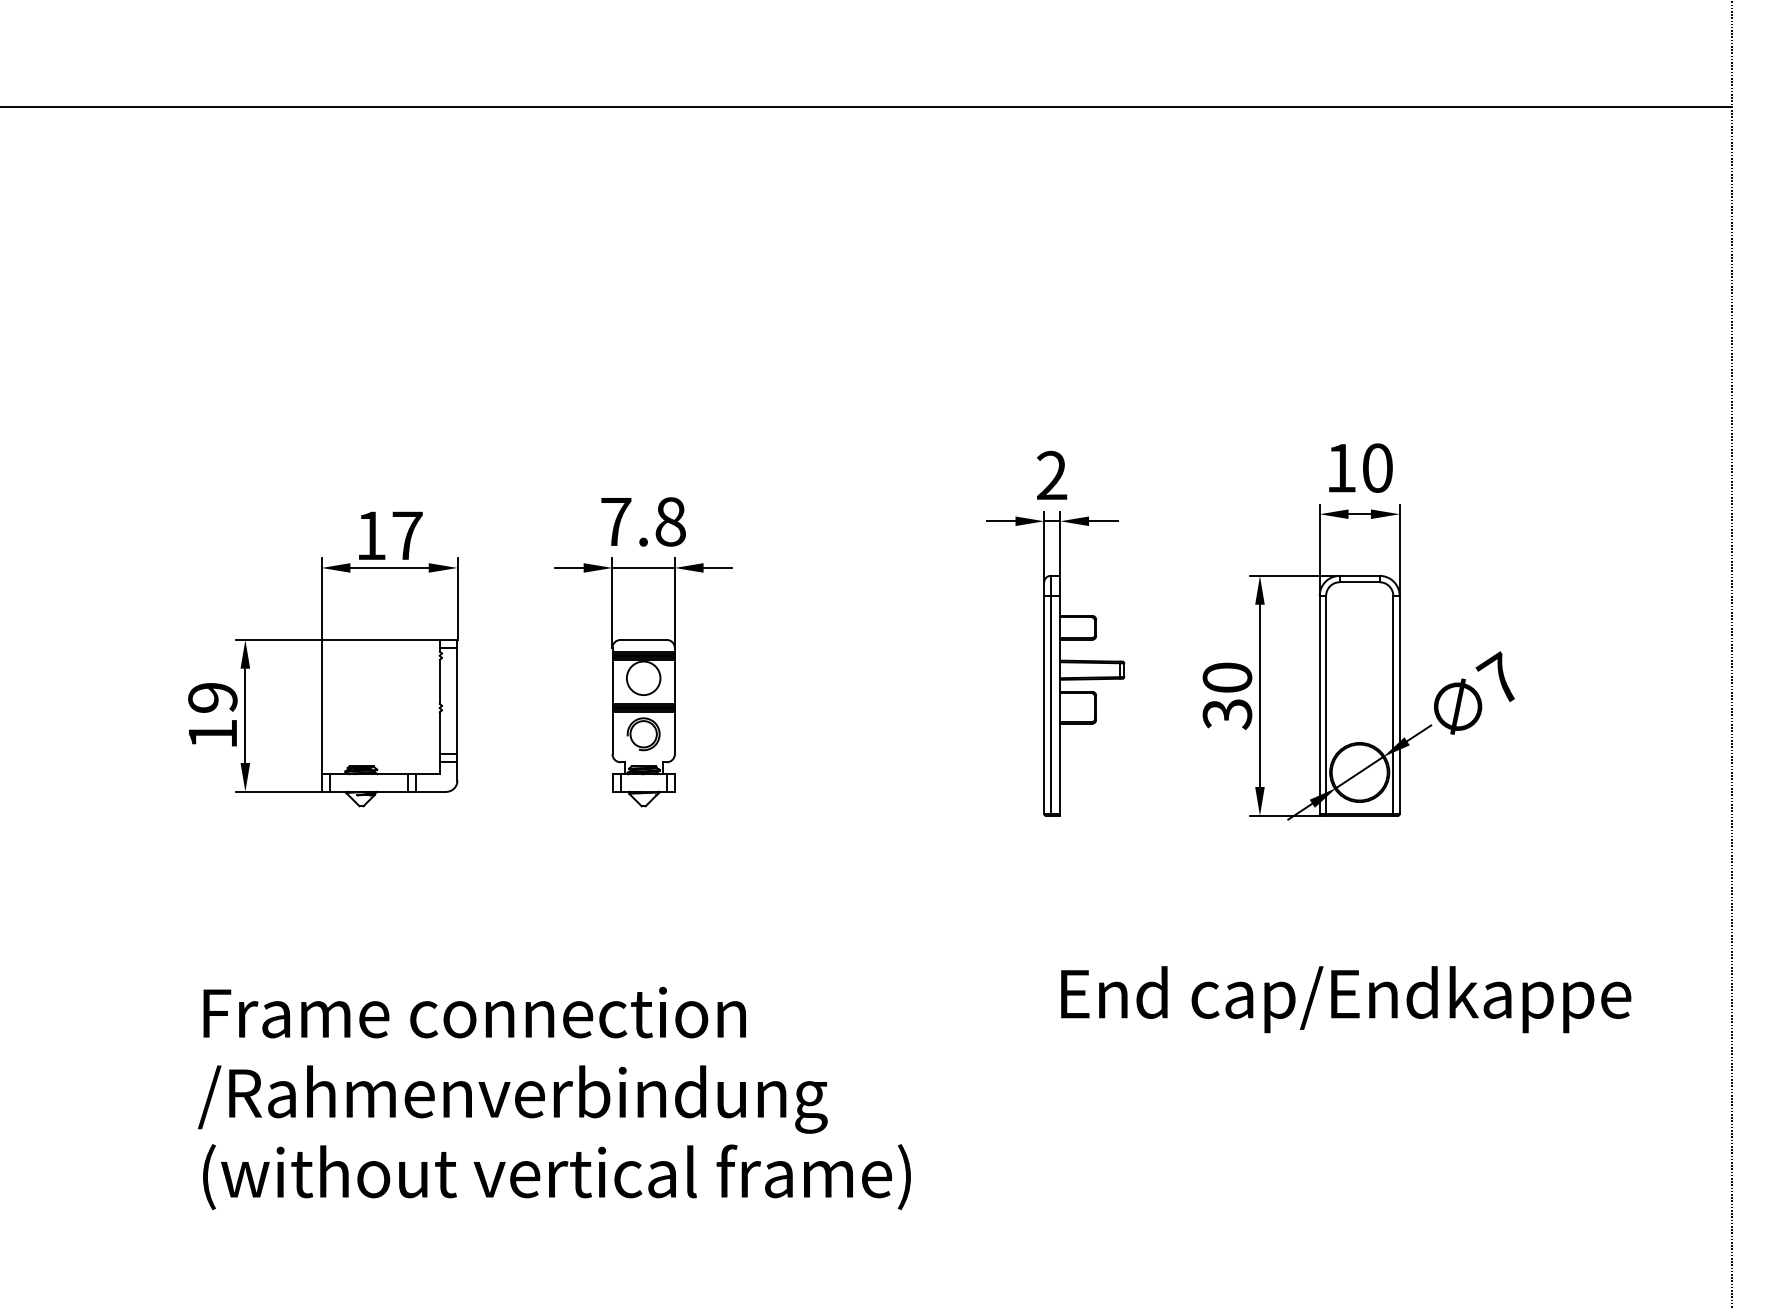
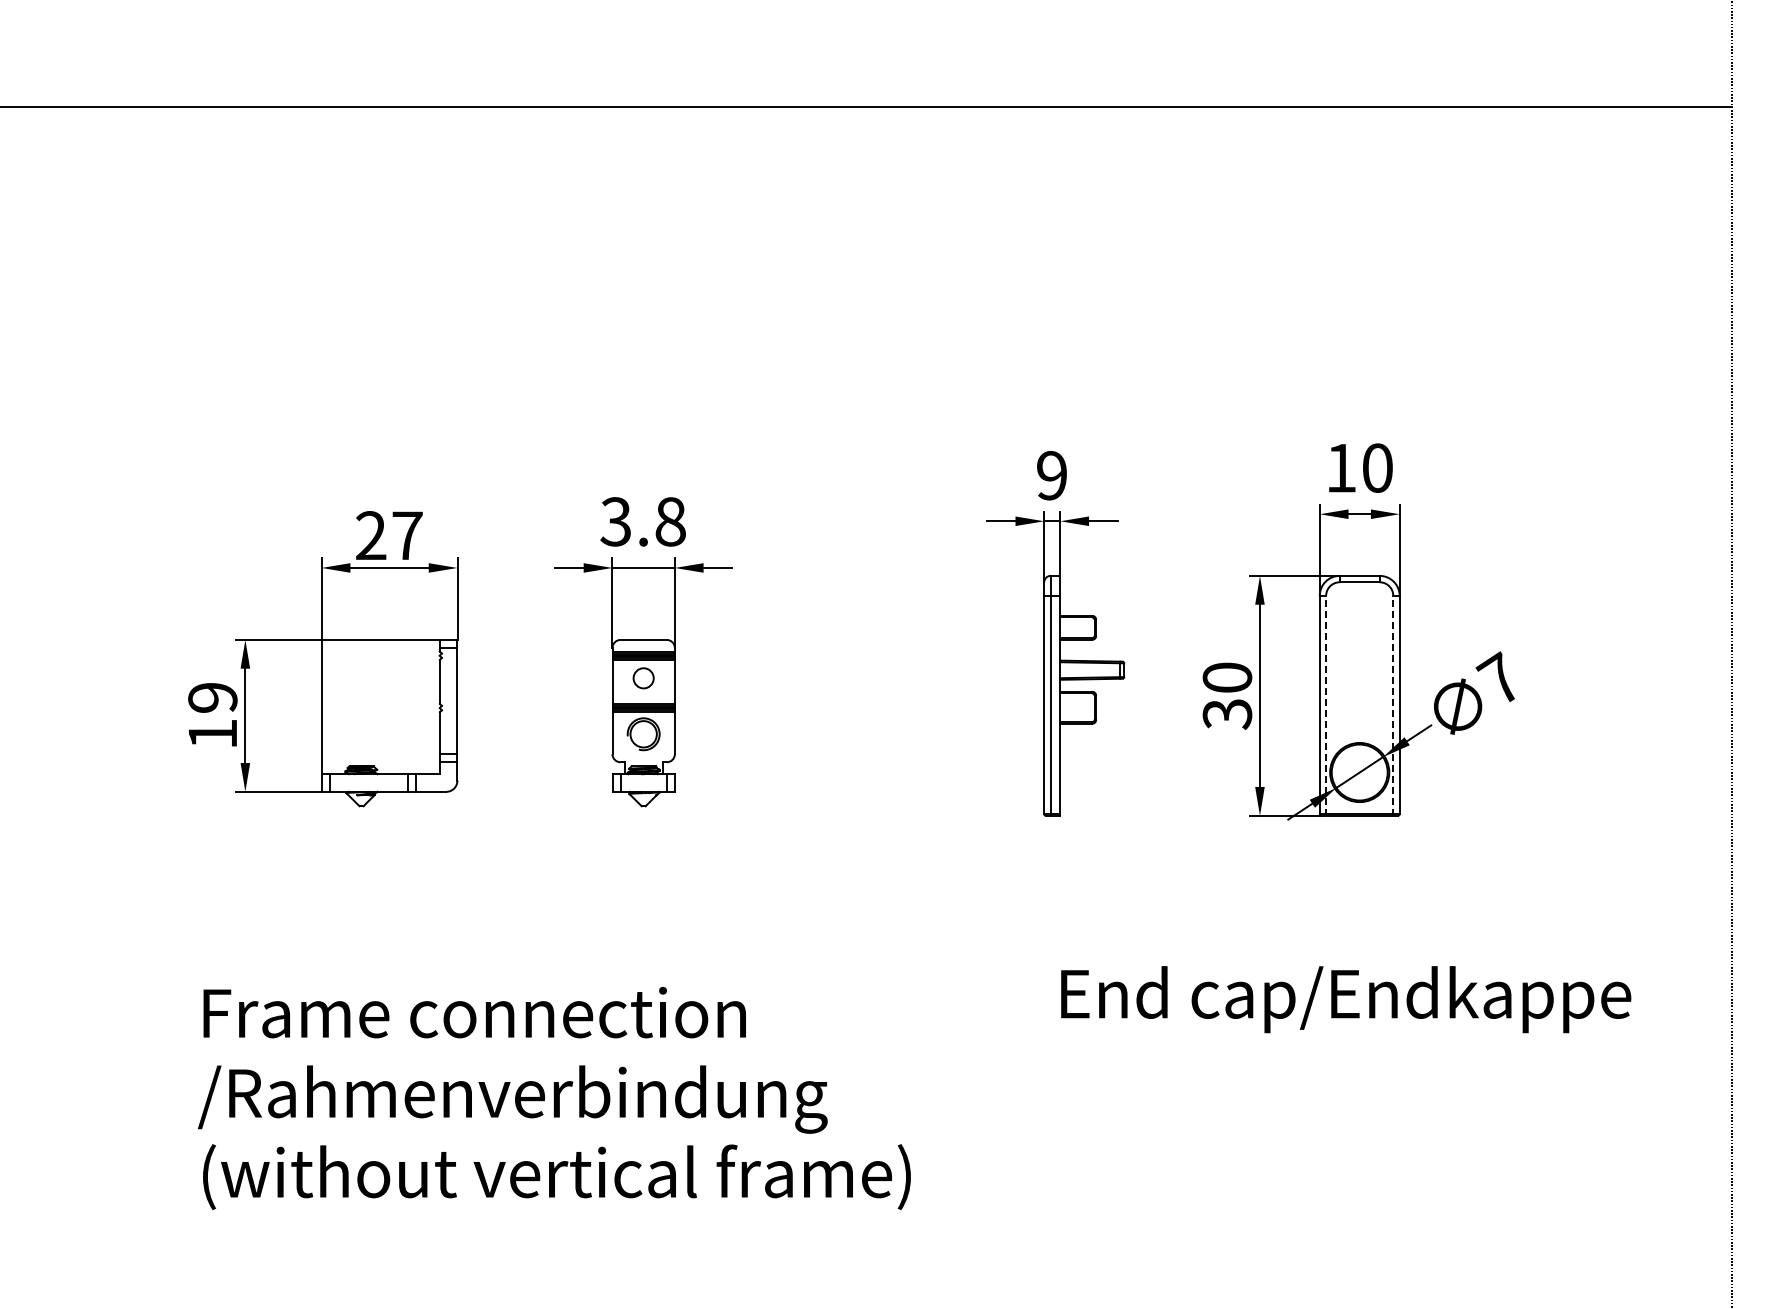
text at (1052, 475): 2 -> 9
text at (615, 521): 7.8 -> 3.8
text at (371, 535): 17 -> 27
circle at (643, 678) diameter: 34 px -> 20 px
line at (1326, 705): solid -> dashed
line at (1393, 705): solid -> dashed
